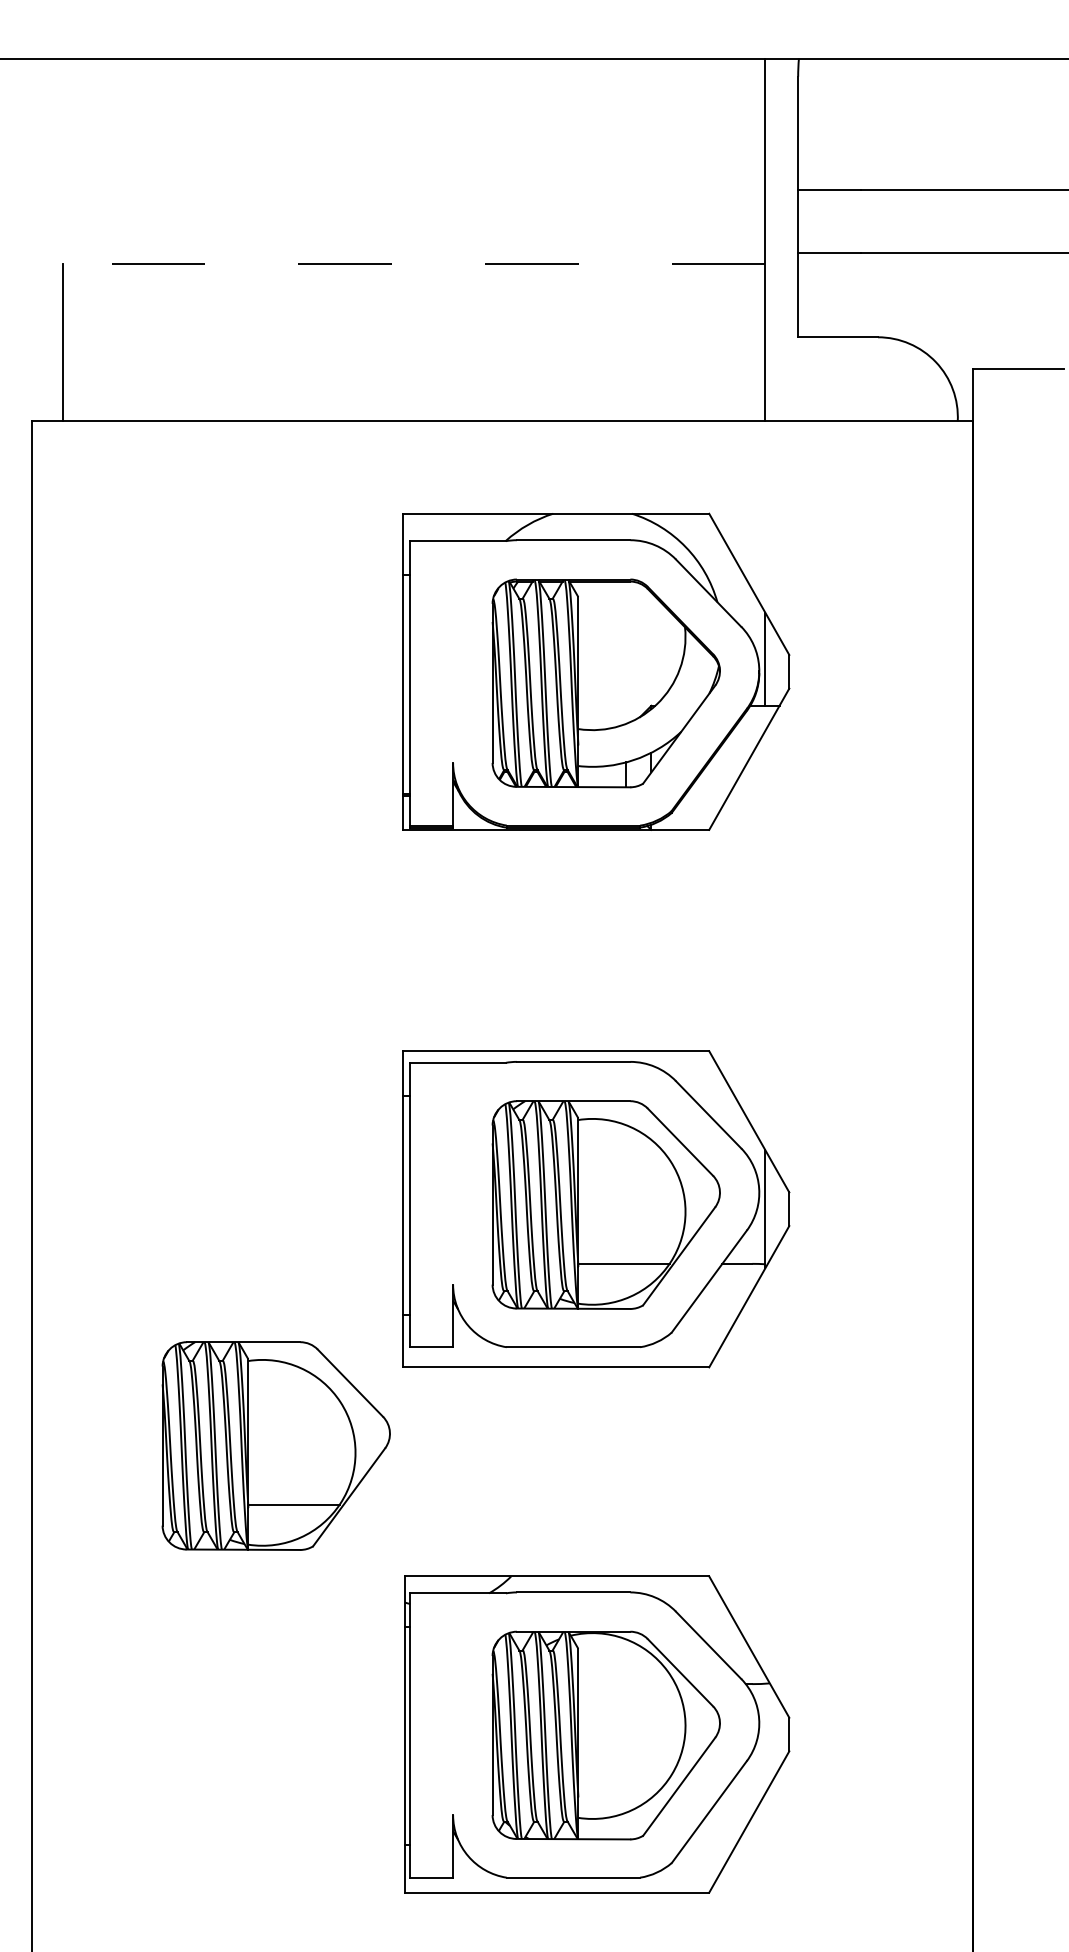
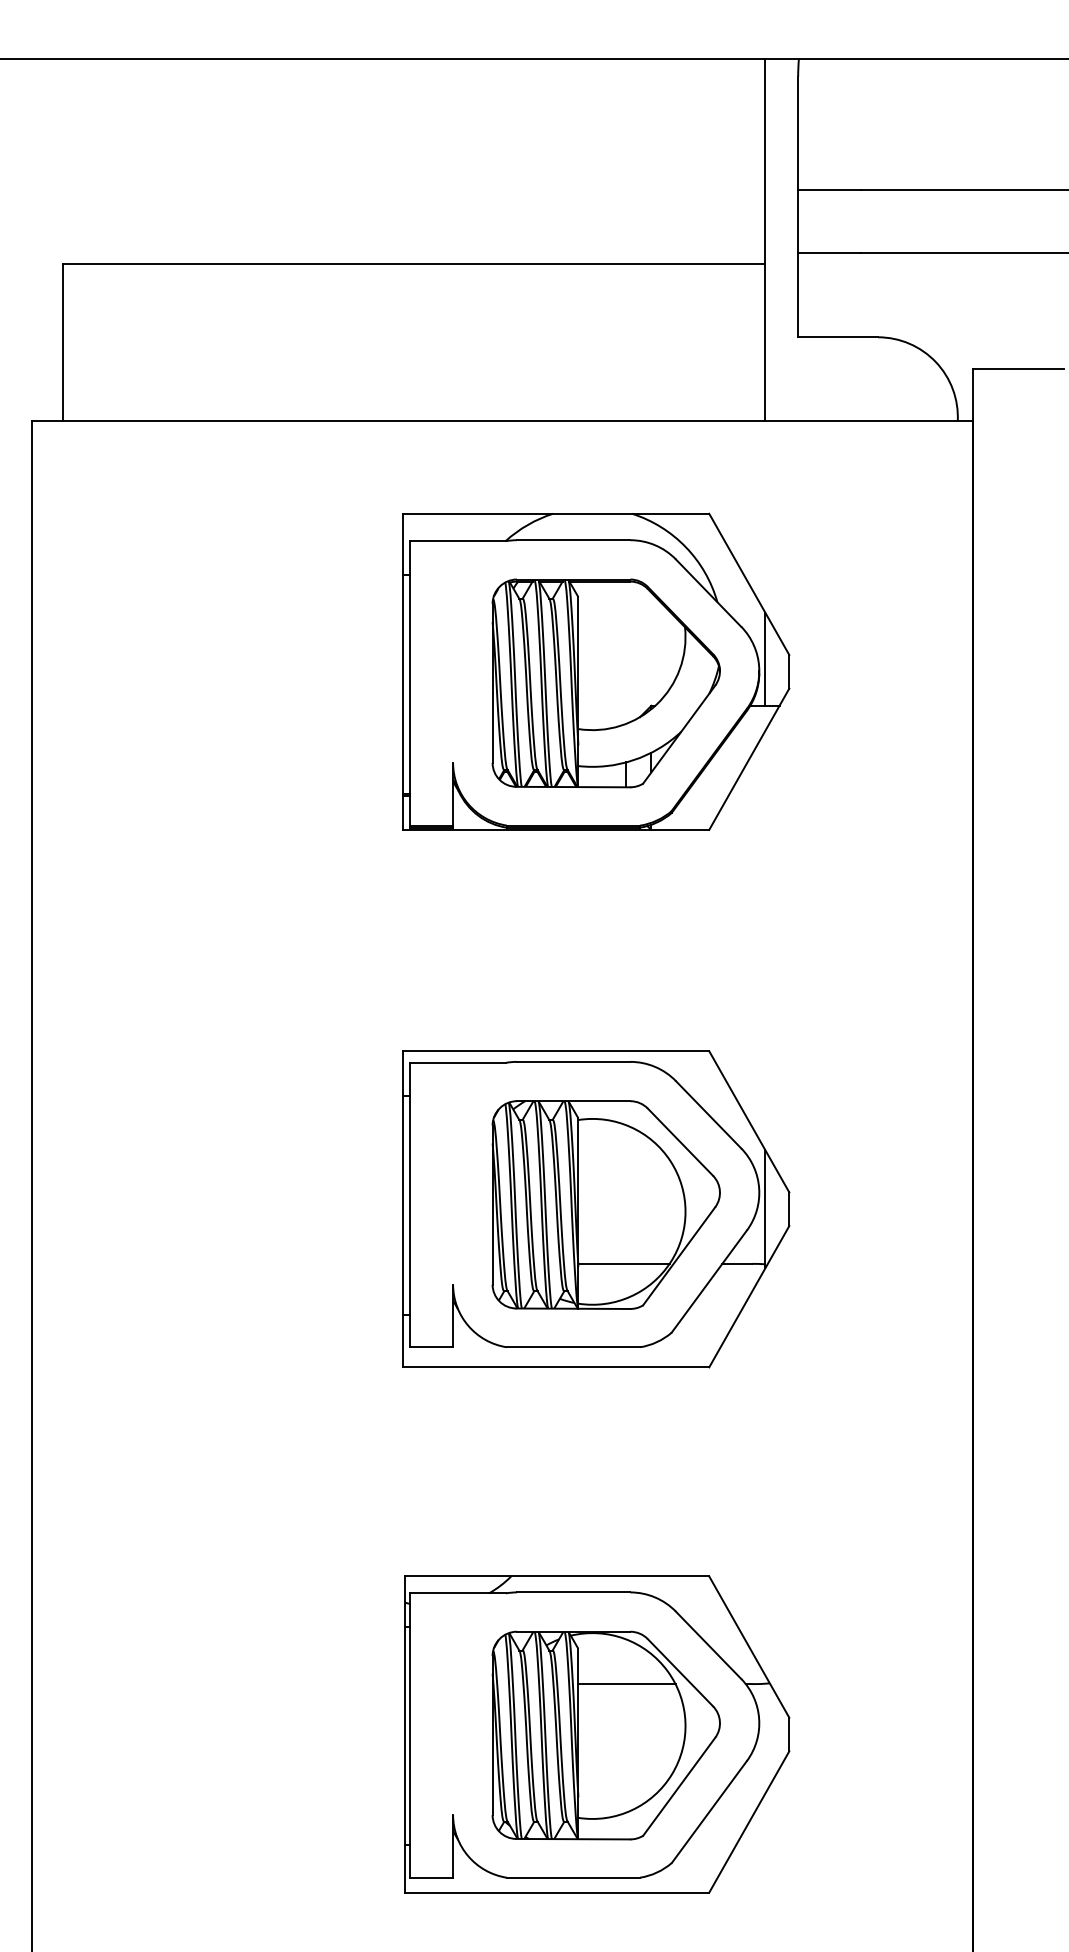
line at (413, 263): dashed -> solid
part at (275, 1445): present -> none
line at (626, 1684): none -> present
